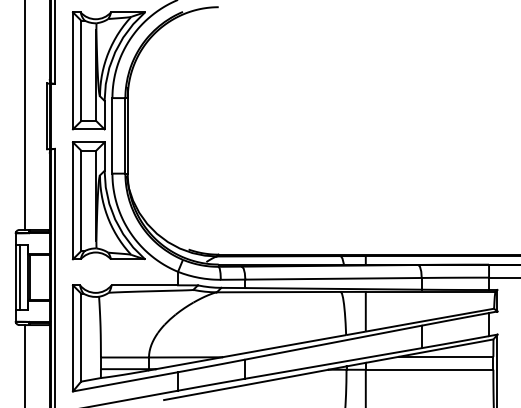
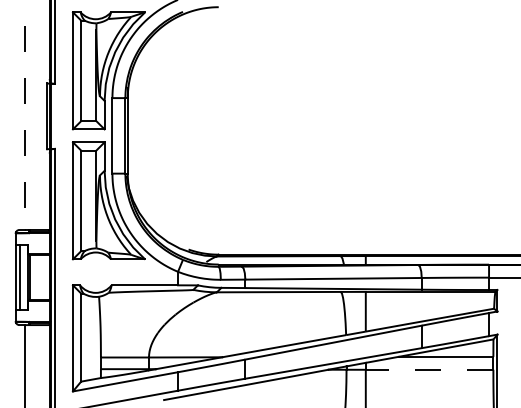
line at (24, 115): solid -> dashed
line at (429, 369): solid -> dashed
